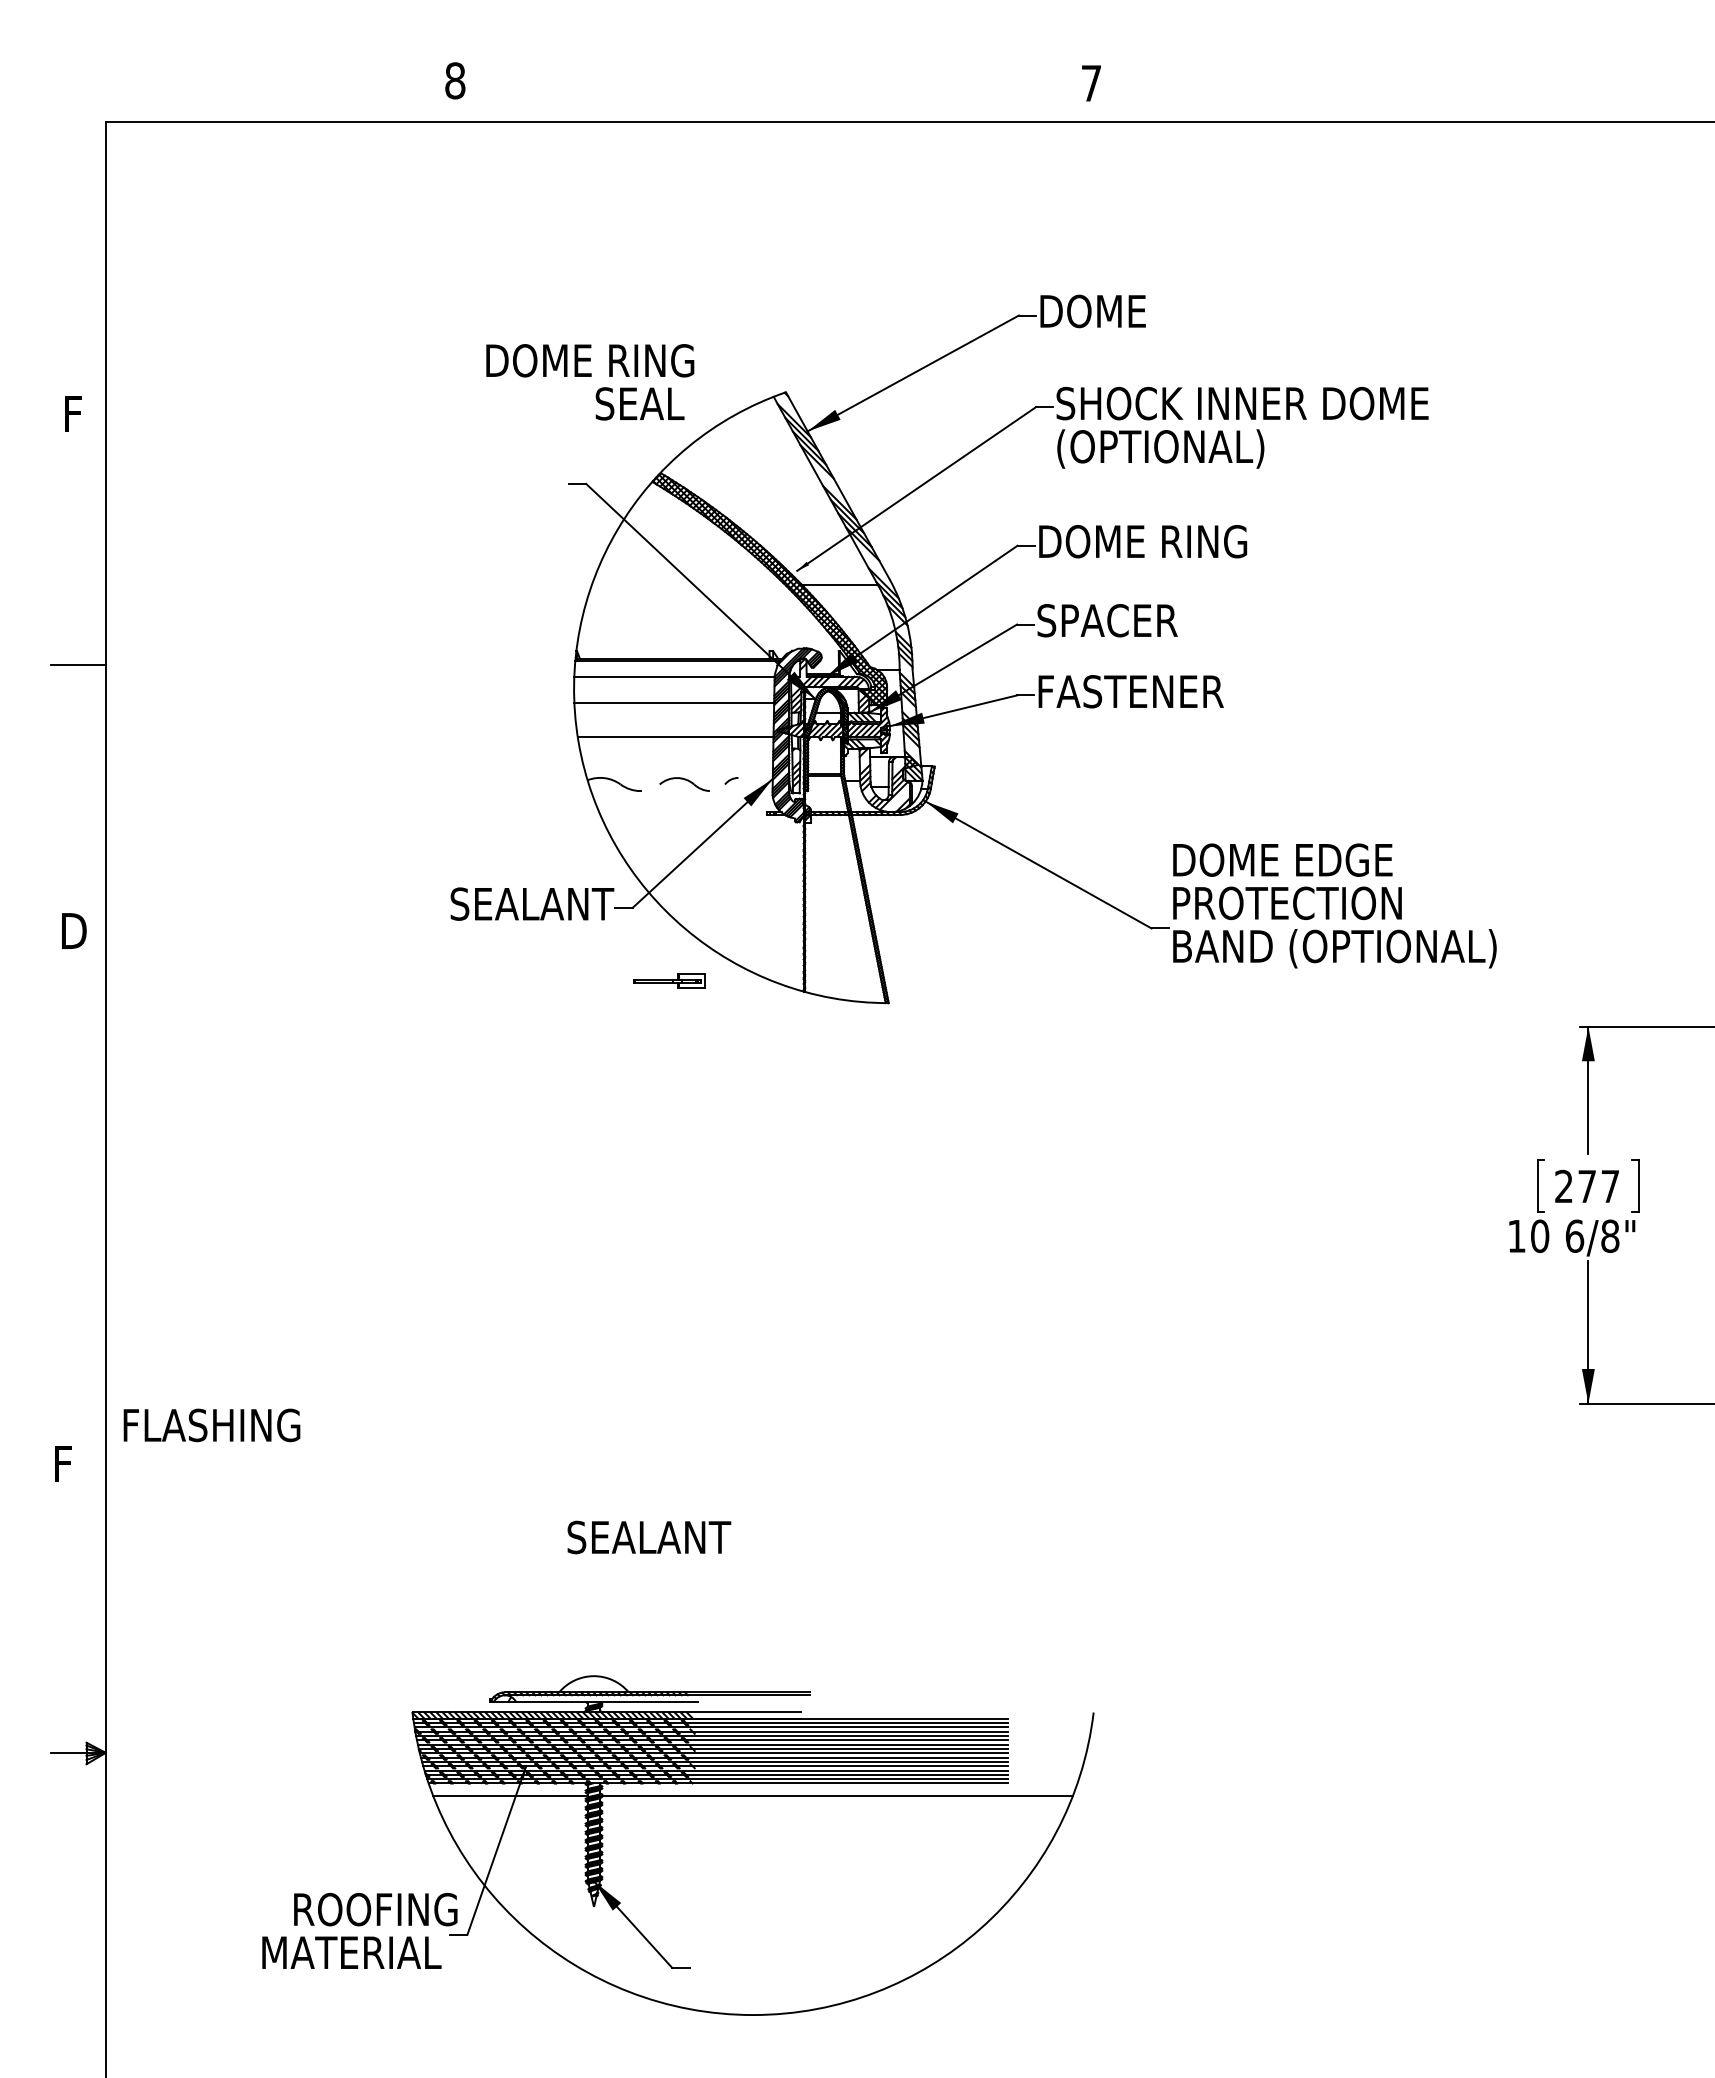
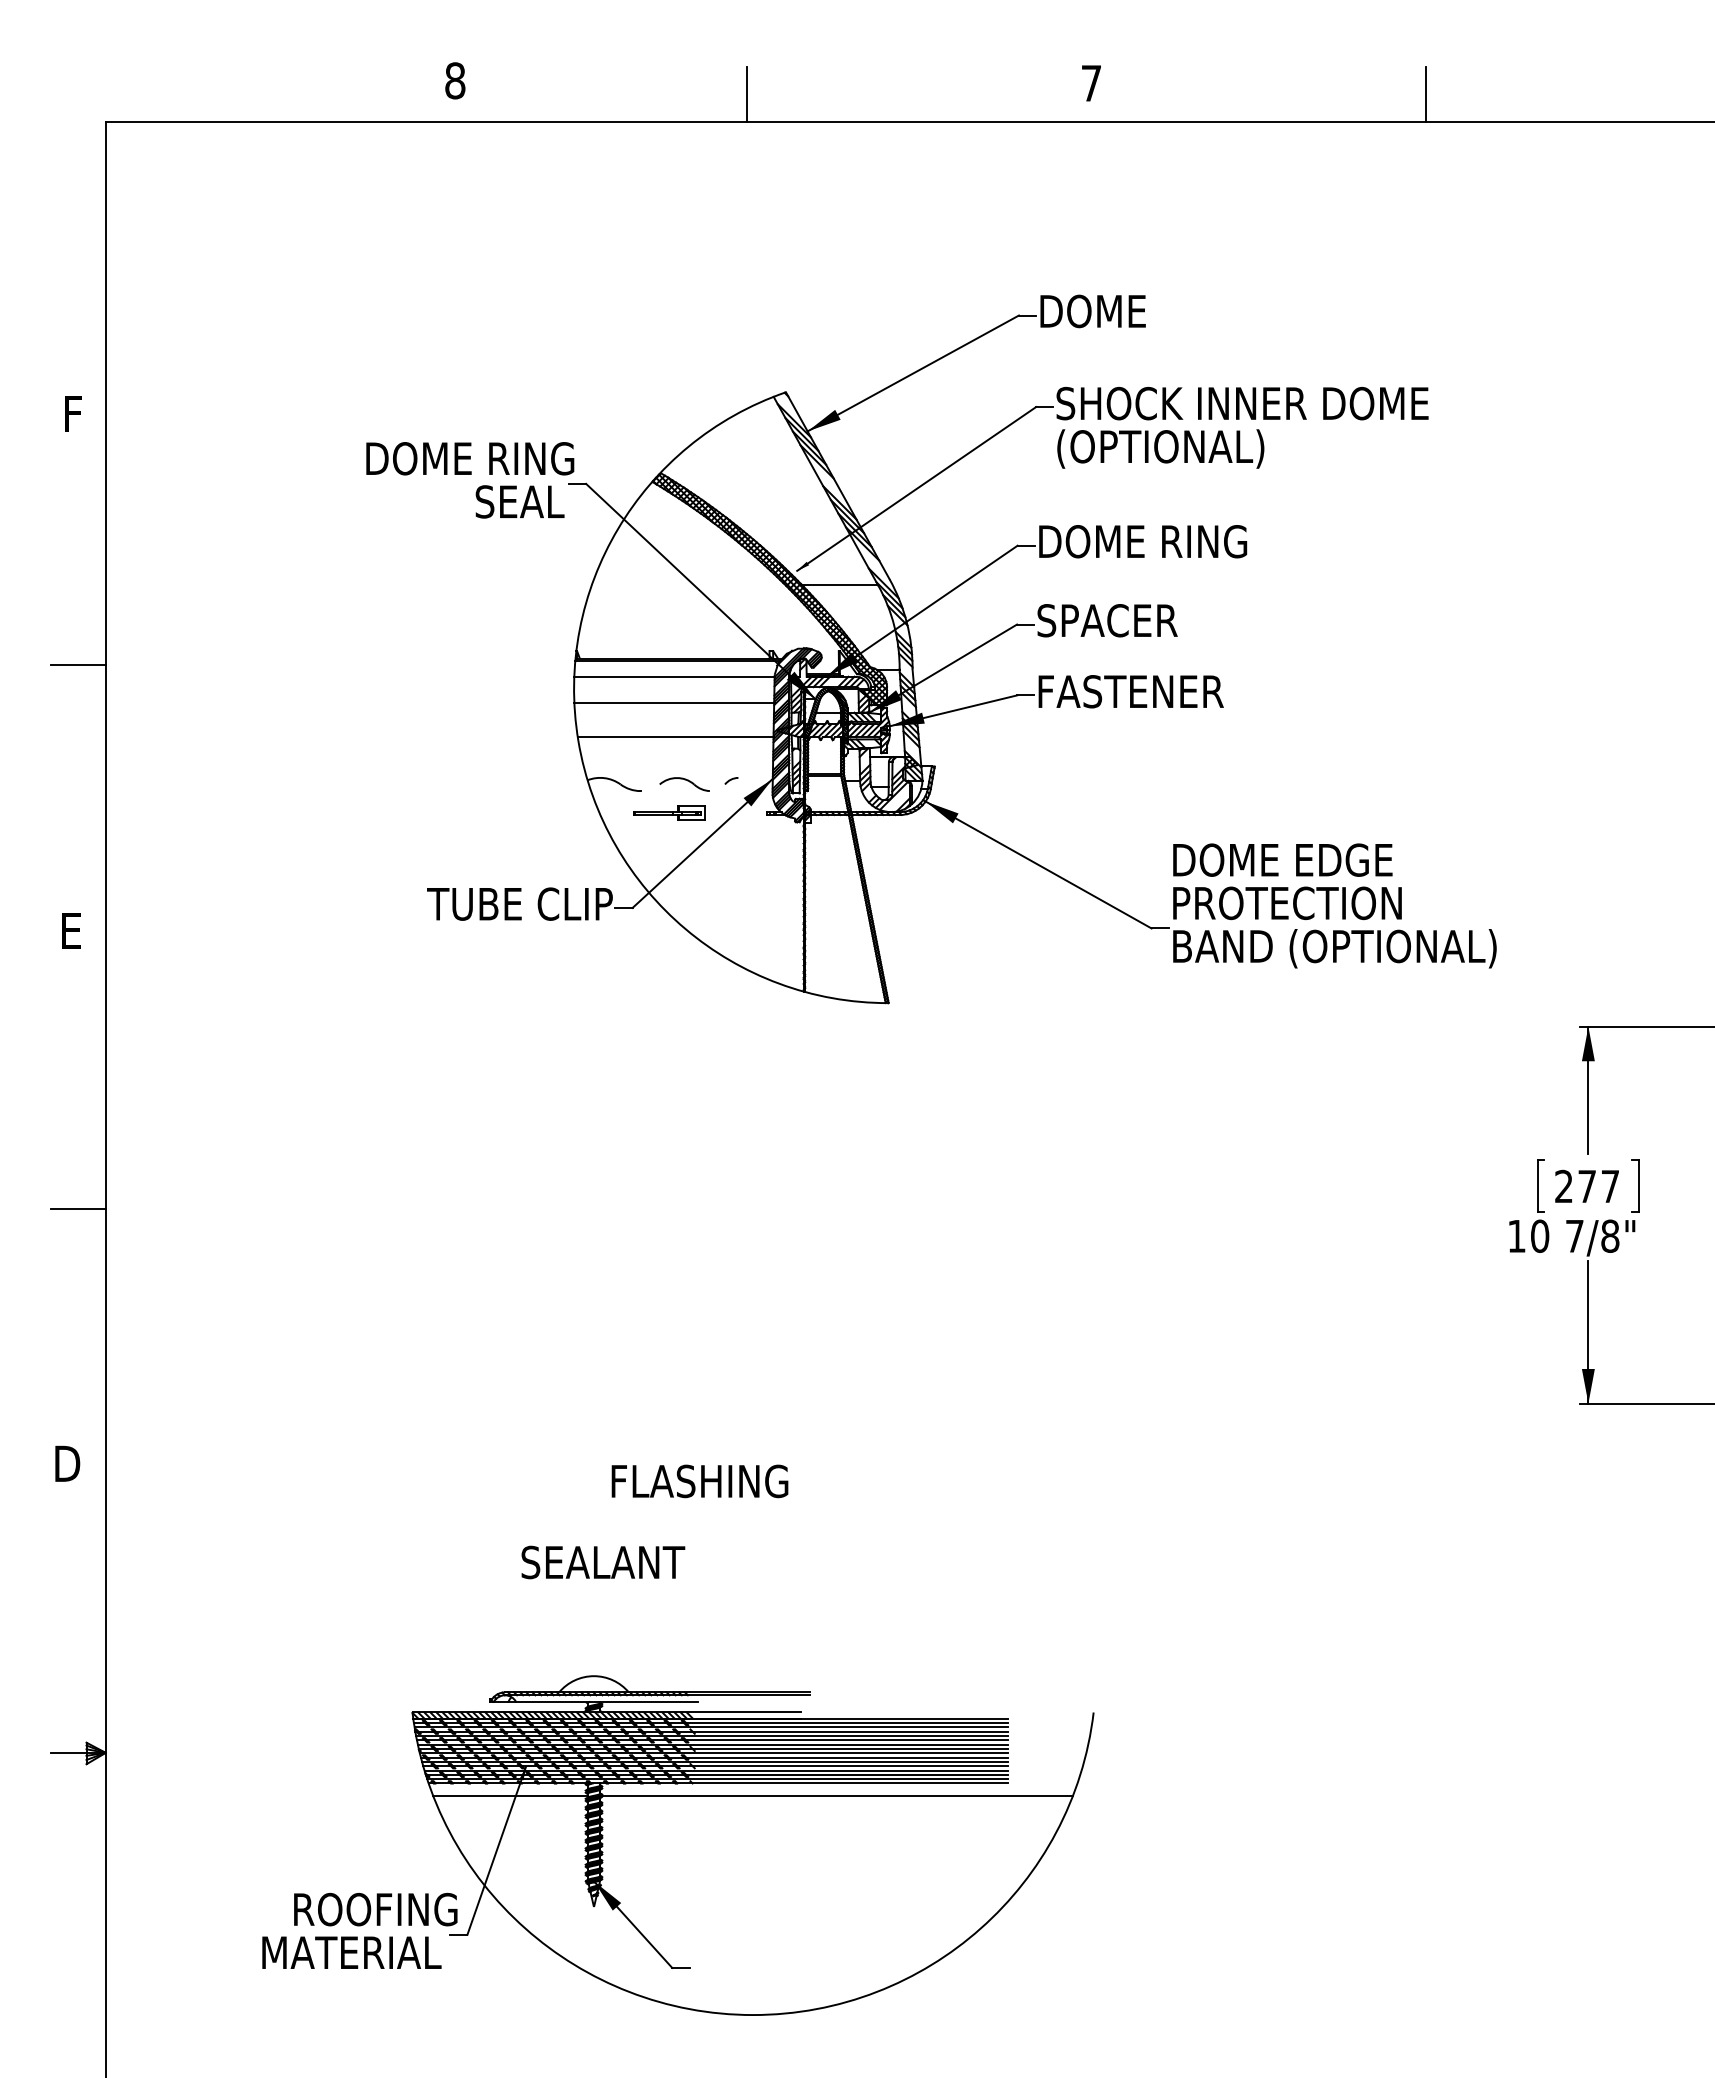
line at (746, 94): none -> present
line at (1426, 94): none -> present
text at (590, 382) position: (590, 382) -> (470, 480)
text at (520, 903): SEALANT -> TUBE CLIP
text at (74, 930): D -> E
part at (669, 980) position: (669, 980) -> (669, 812)
line at (78, 1209): none -> present
text at (1574, 1235): 6/8" -> 7/8"
text at (211, 1425) position: (211, 1425) -> (699, 1481)
text at (67, 1463): F -> D
text at (649, 1537) position: (649, 1537) -> (603, 1562)
